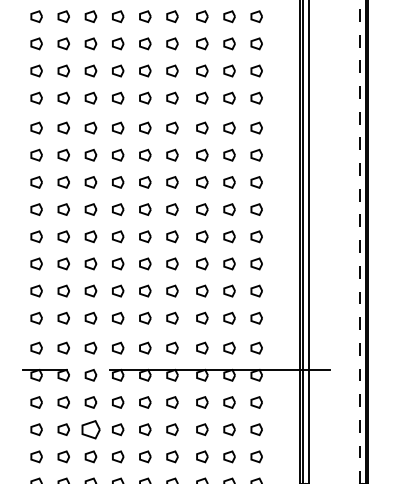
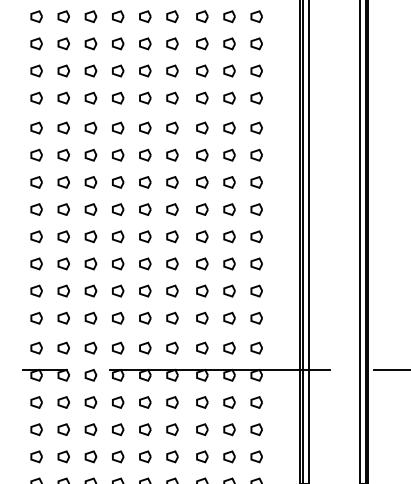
line at (360, 241): dashed -> solid
line at (390, 369): none -> present
part at (90, 429) size: 20x20 px -> 14x13 px
